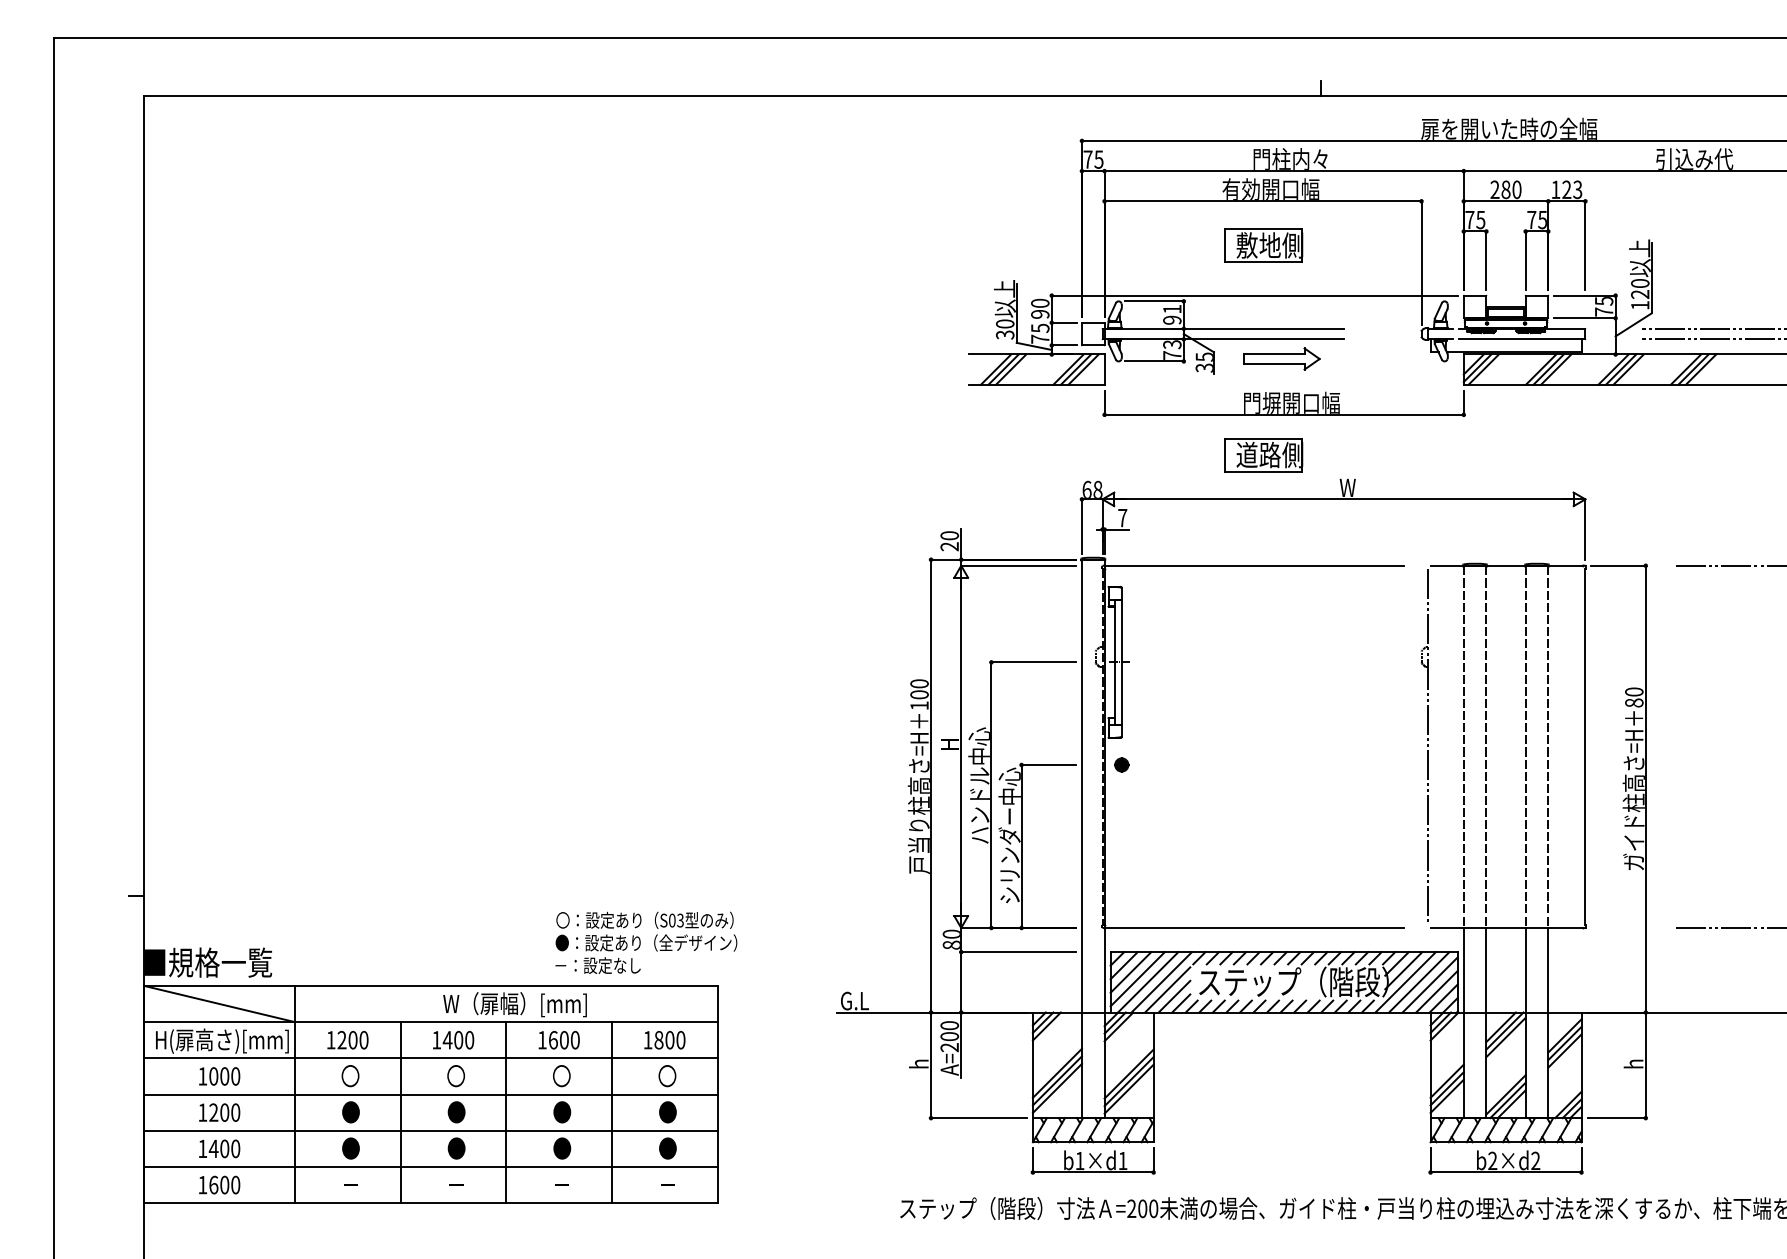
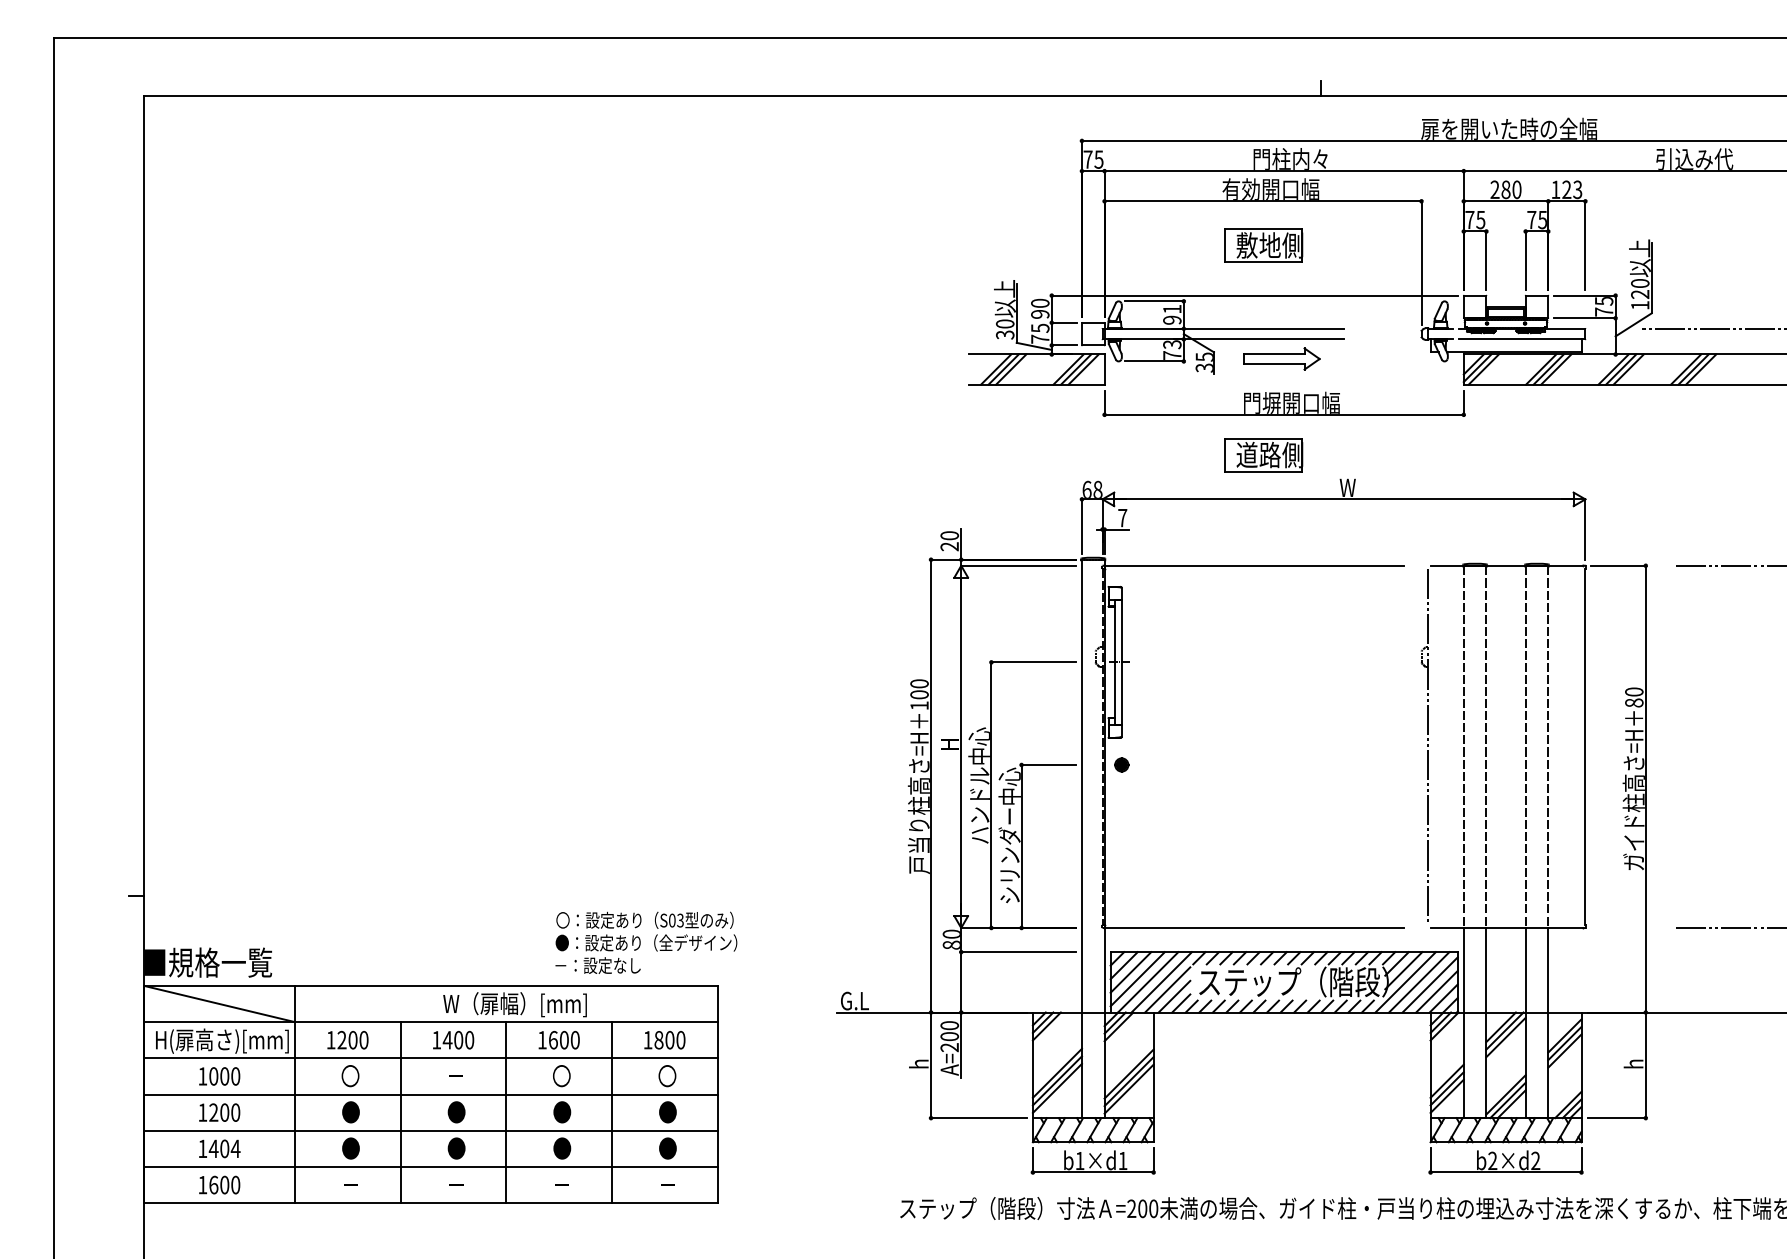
line at (1711, 339): present -> none
text at (455, 1076): 〇 -> －
text at (235, 1148): 1400 -> 1404
